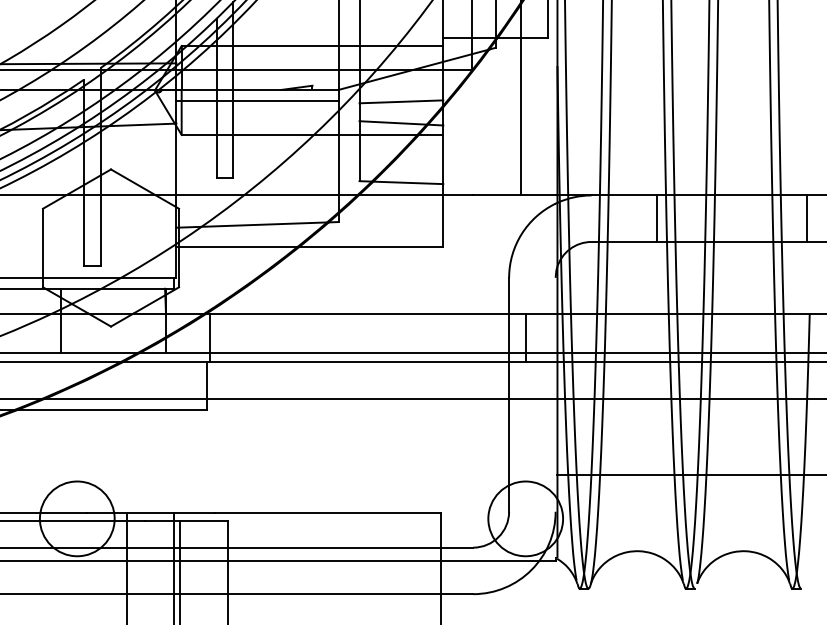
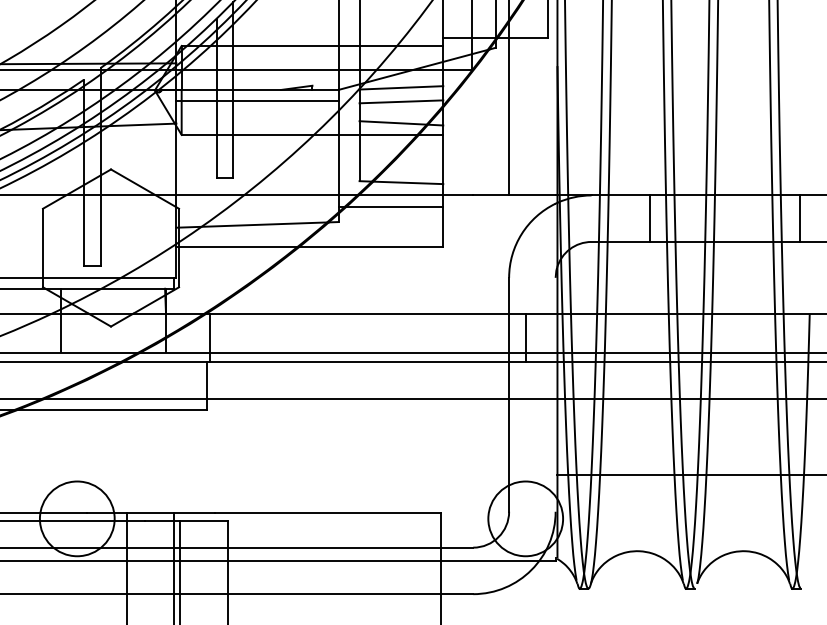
line at (401, 87): none -> present
line at (521, 98) position: (521, 98) -> (509, 98)
line at (390, 206): none -> present
line at (657, 218) position: (657, 218) -> (650, 218)
line at (806, 218) position: (806, 218) -> (799, 218)
